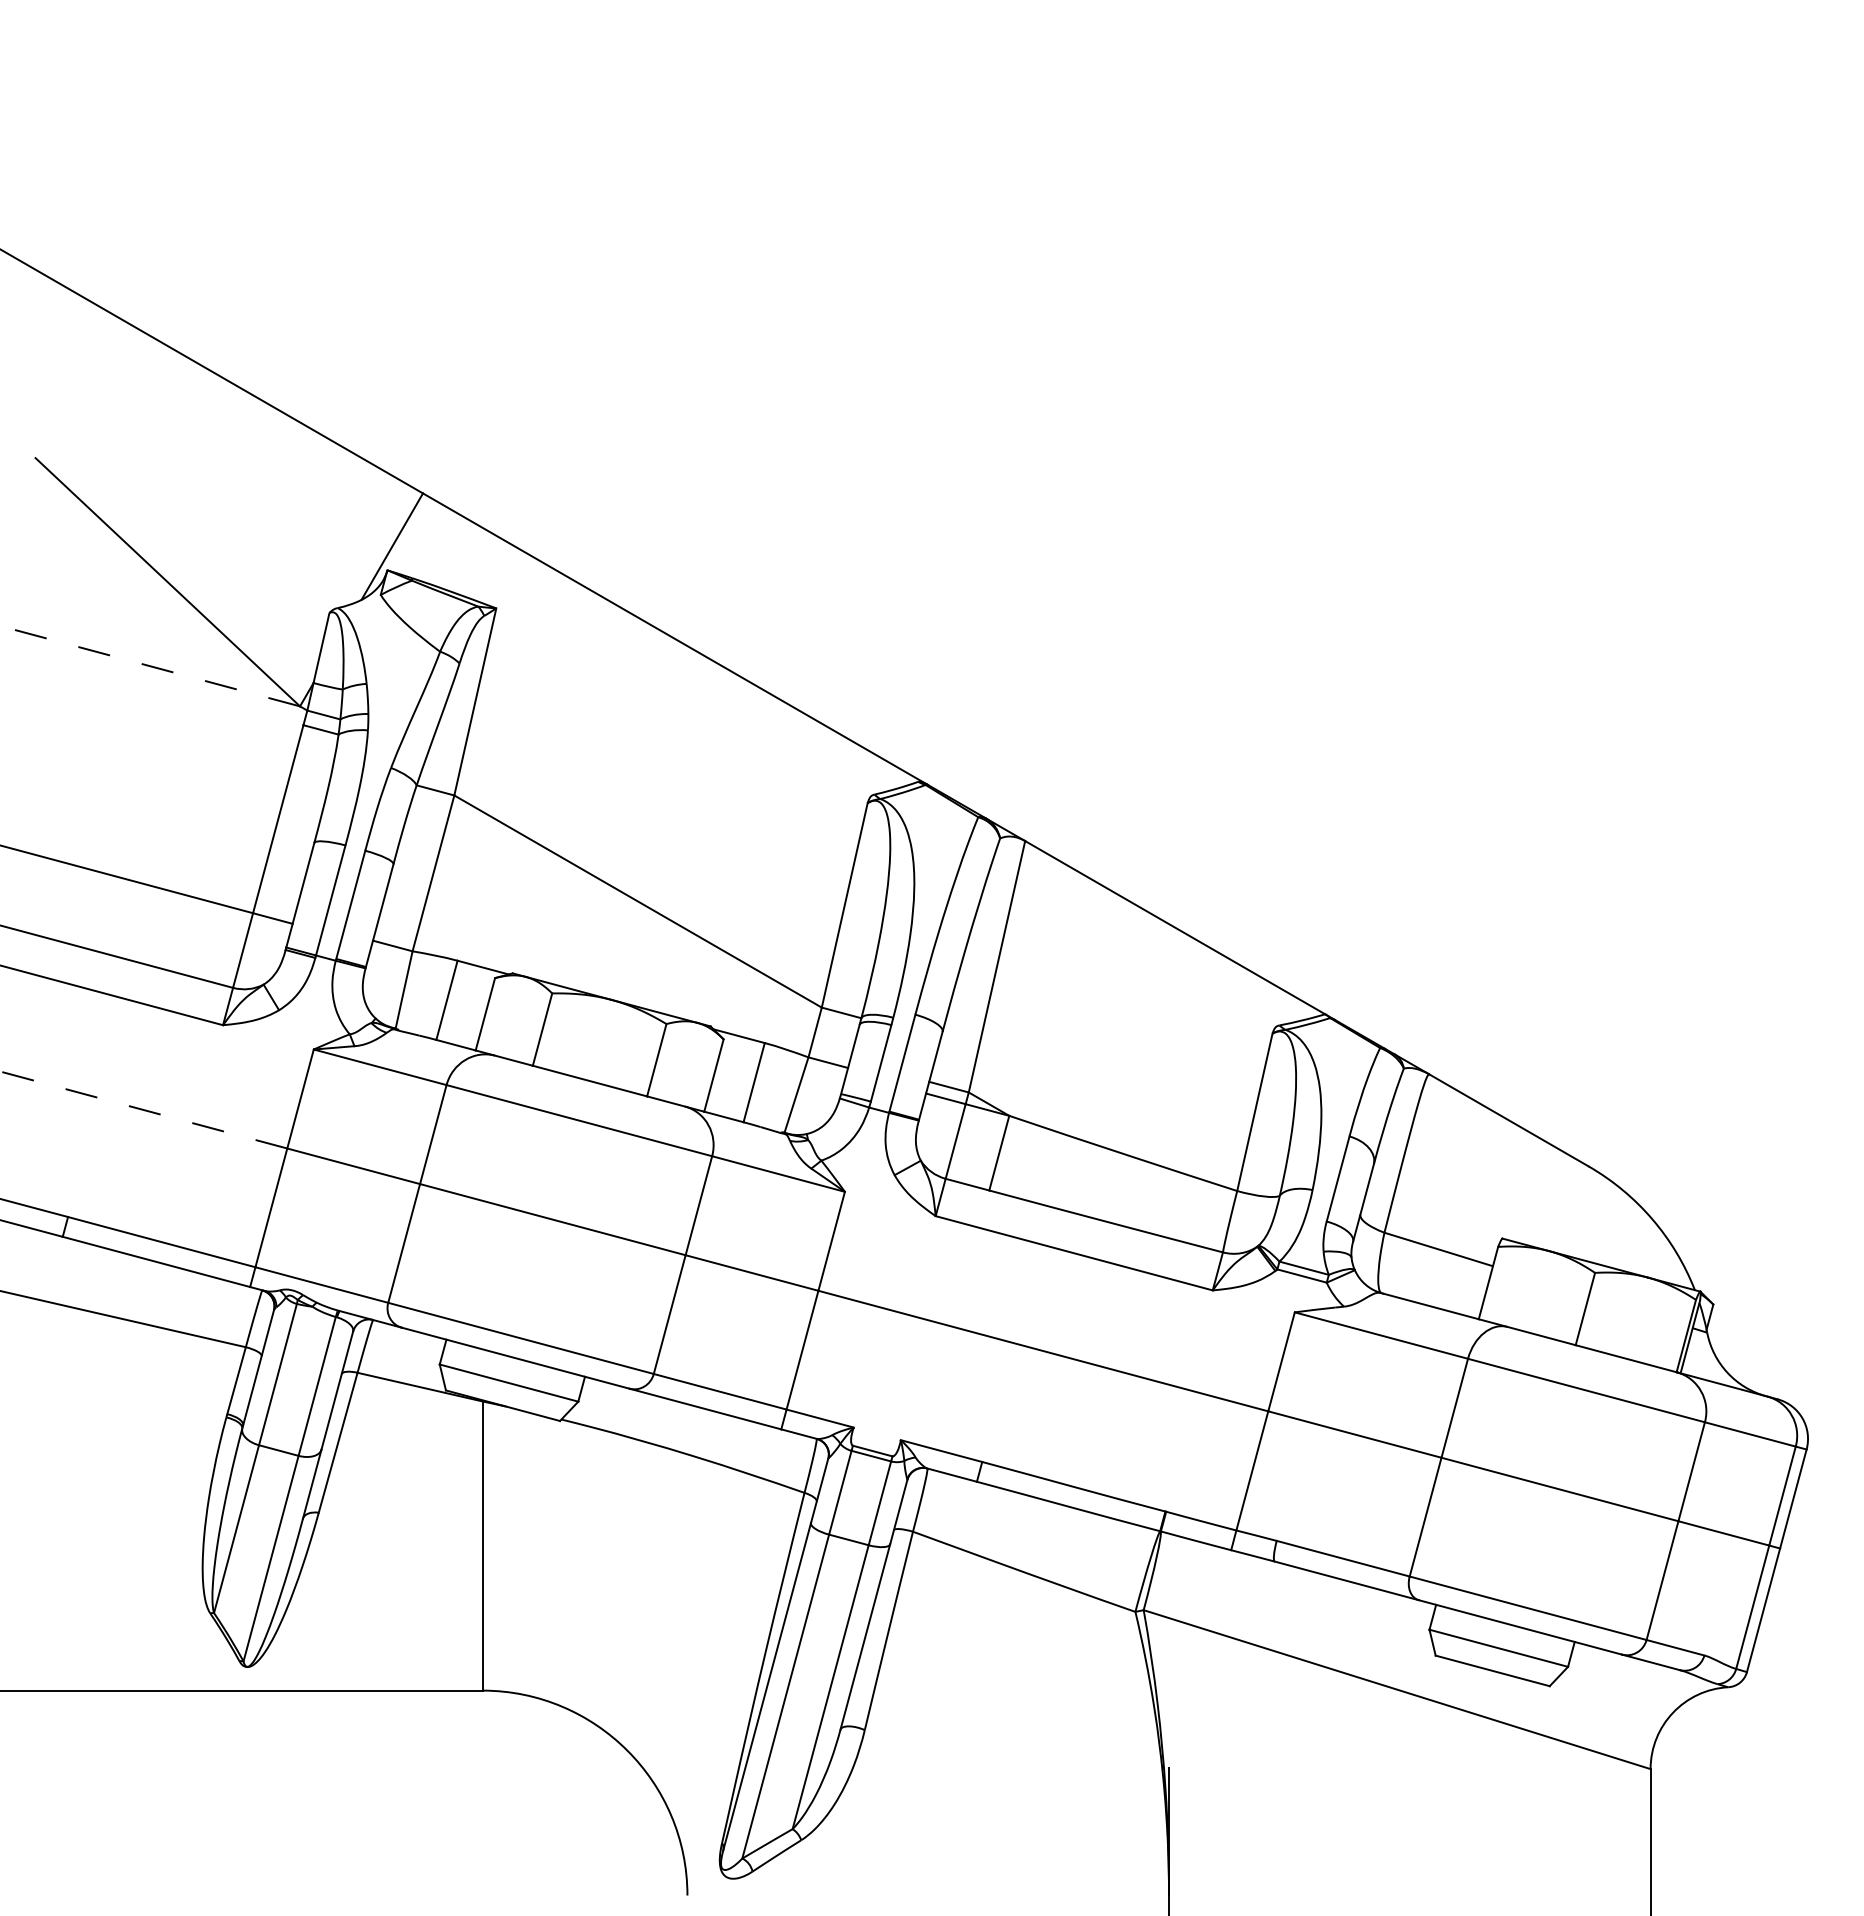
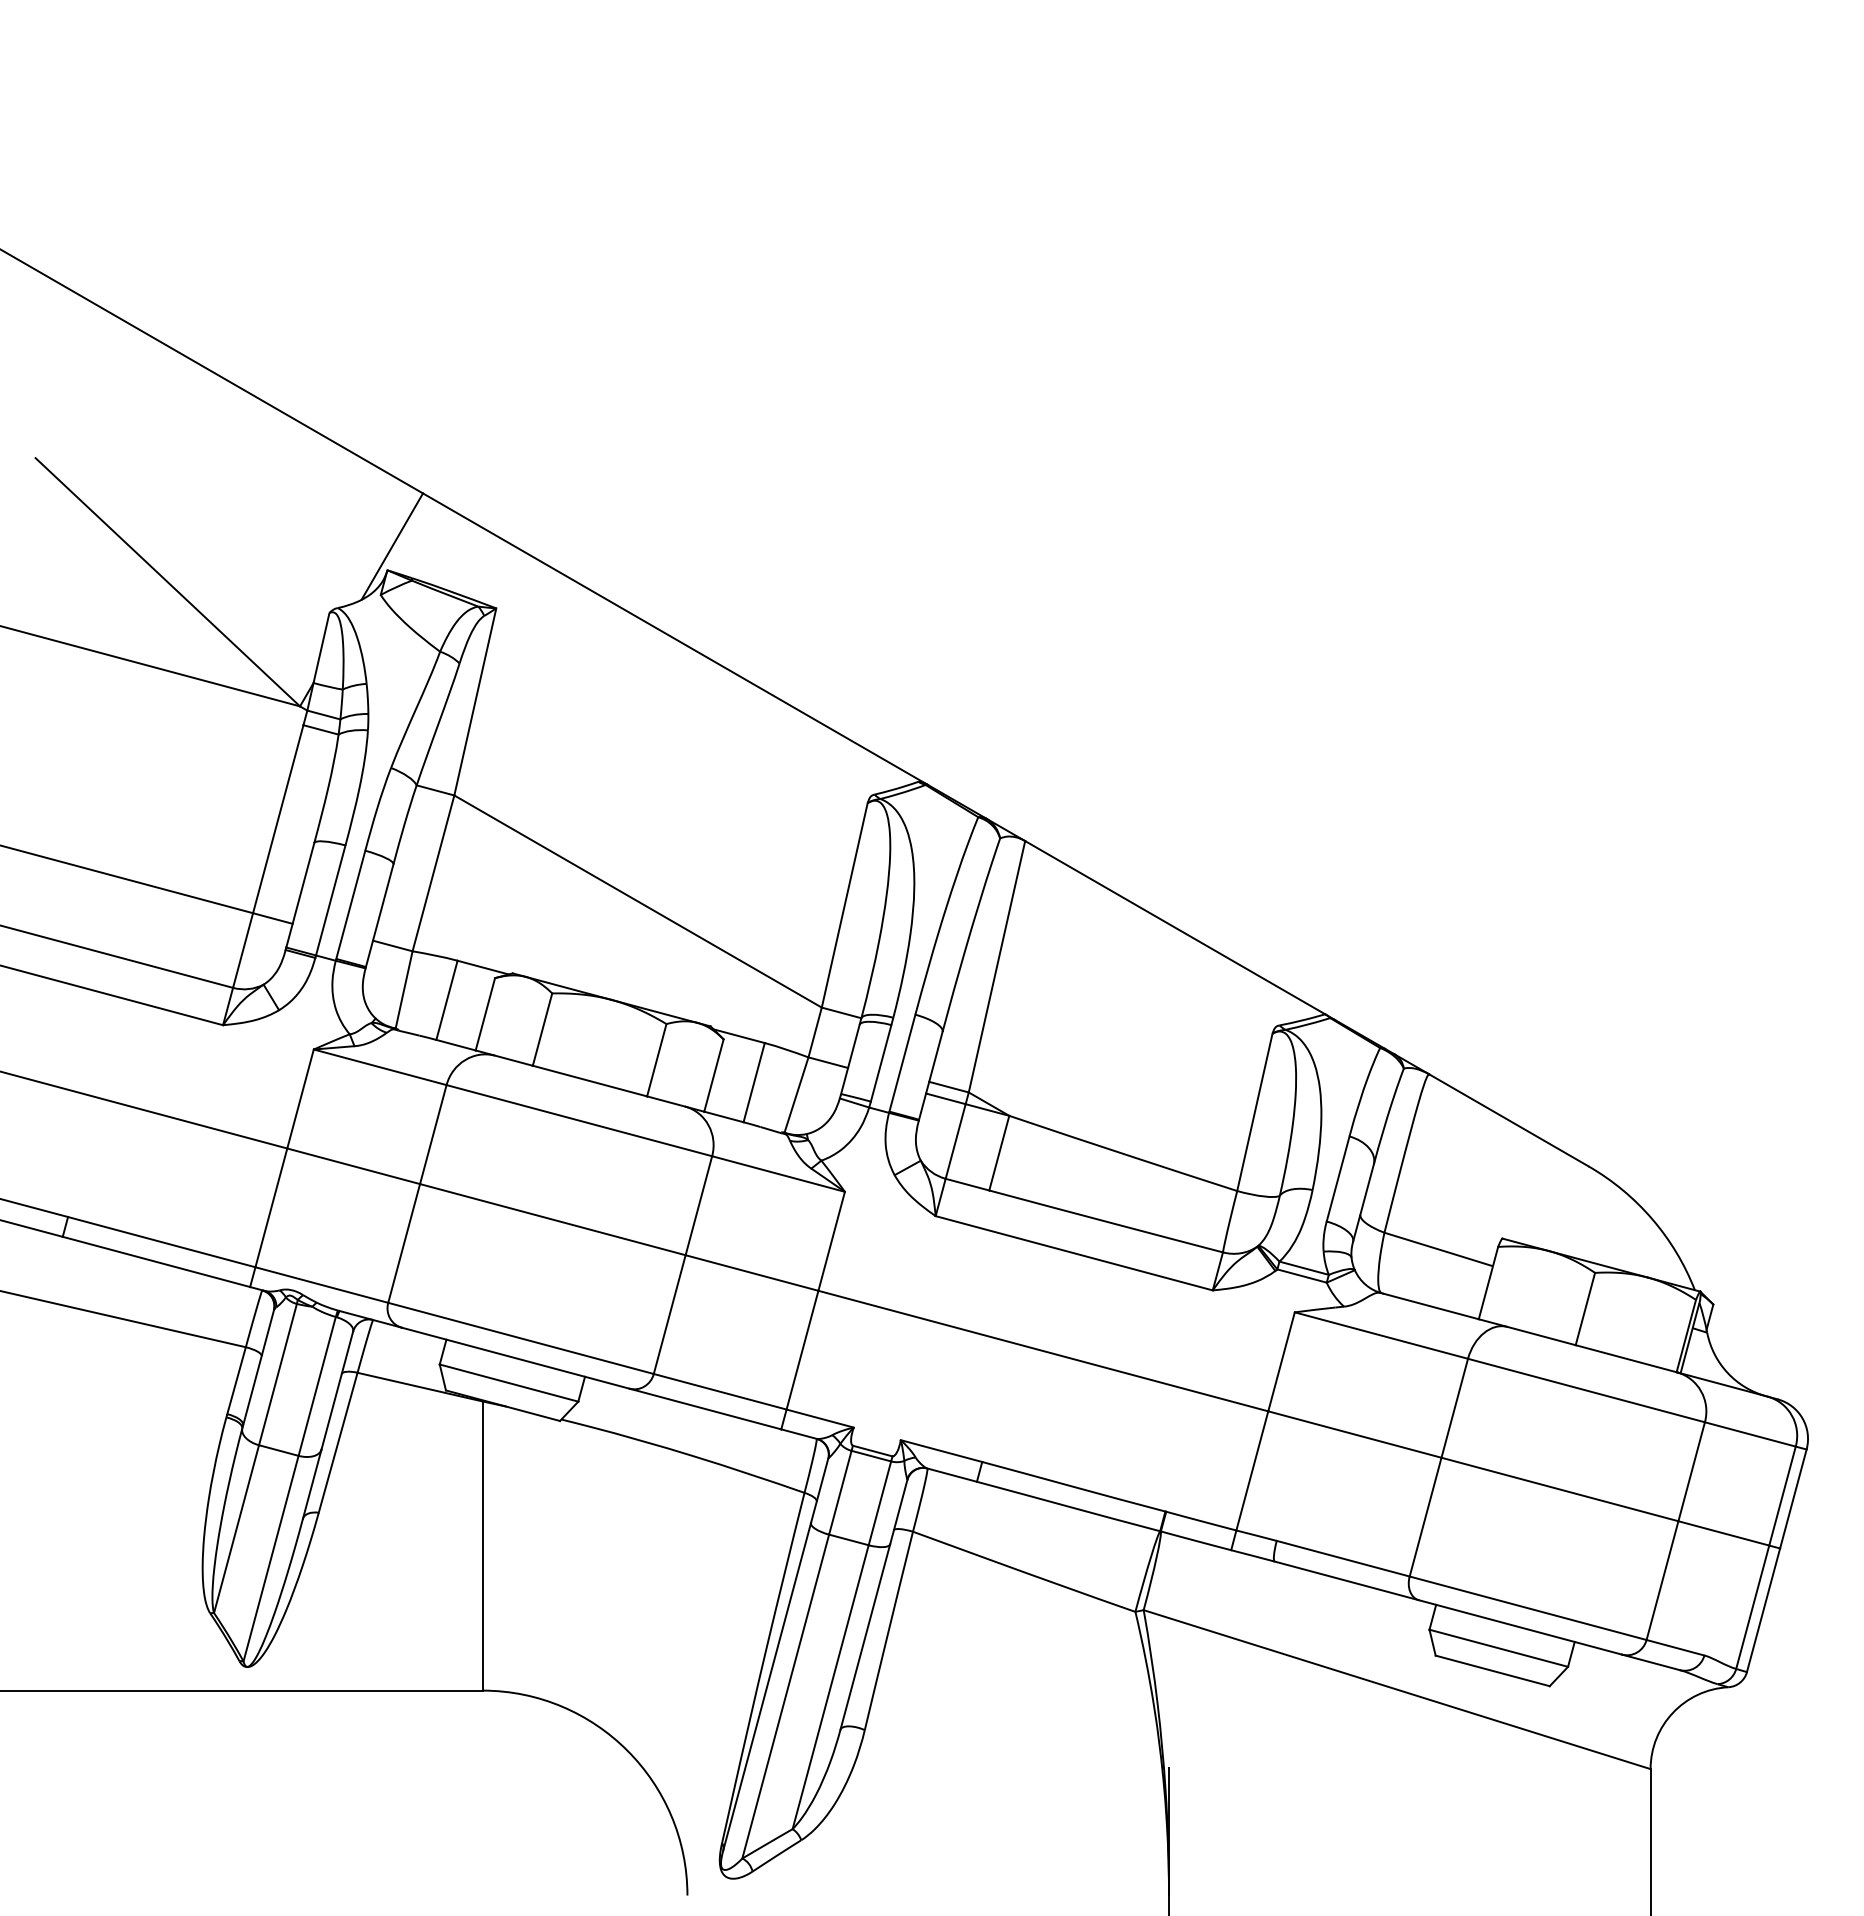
line at (150, 666): dashed -> solid
line at (143, 1109): dashed -> solid
